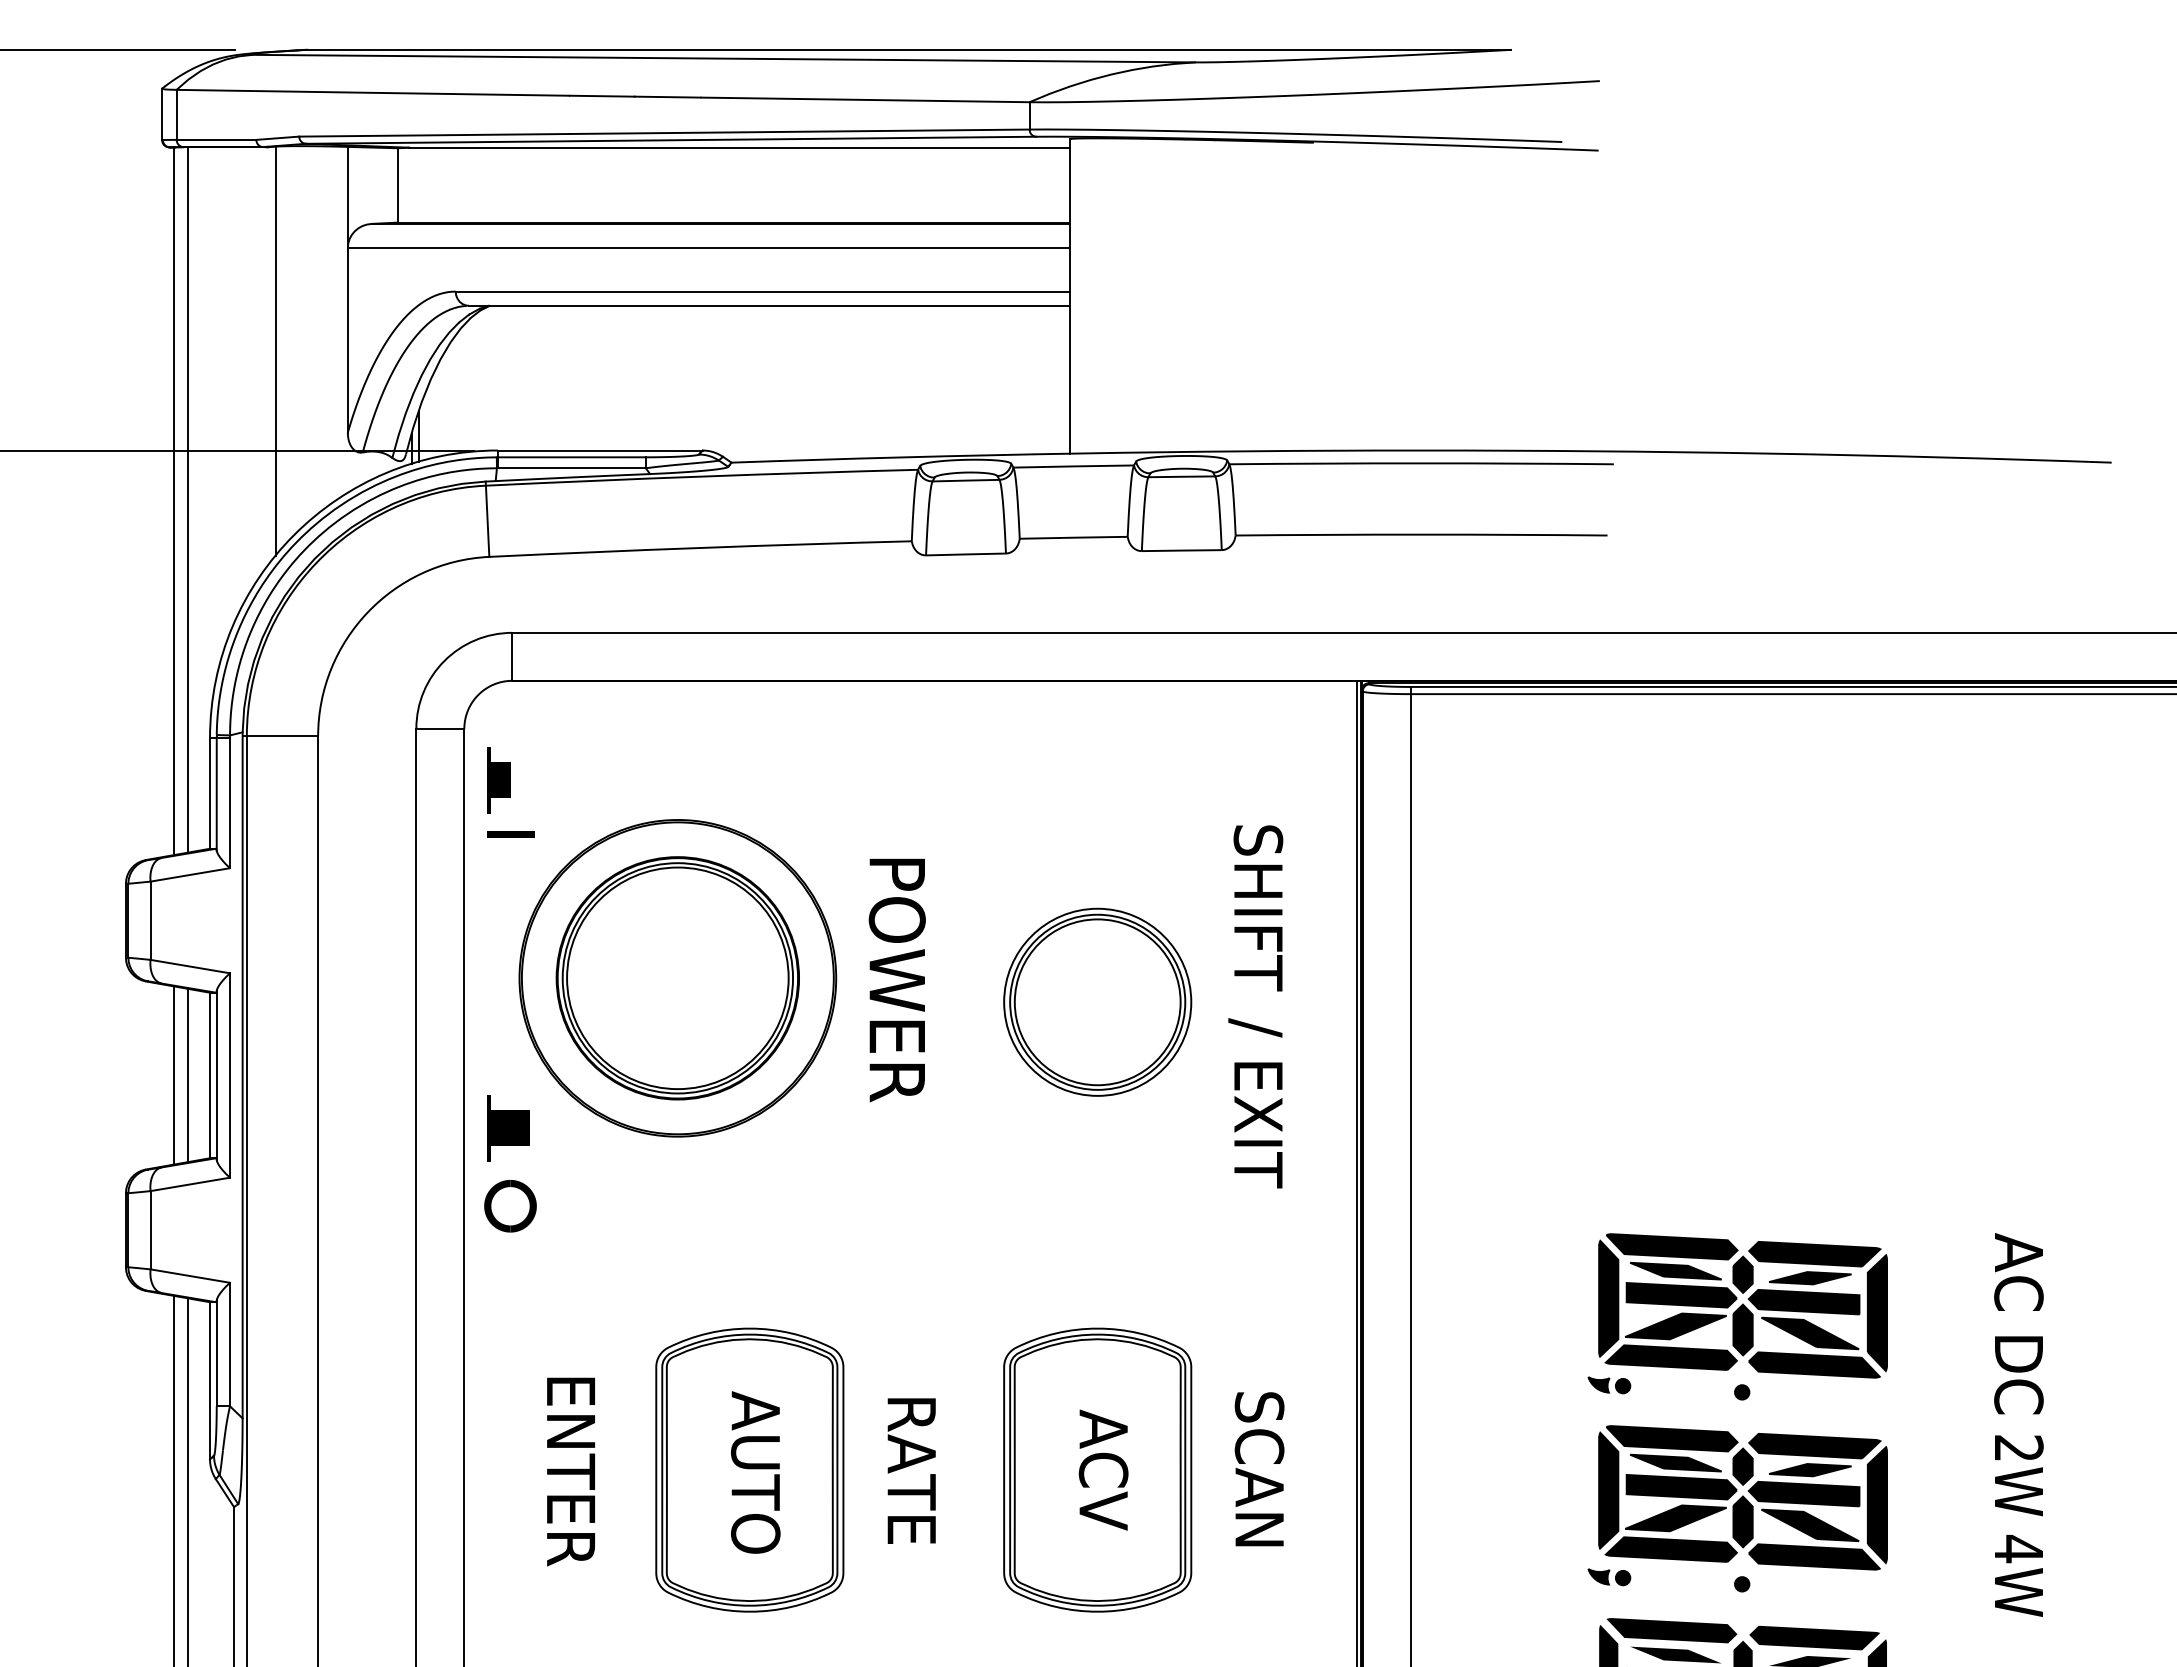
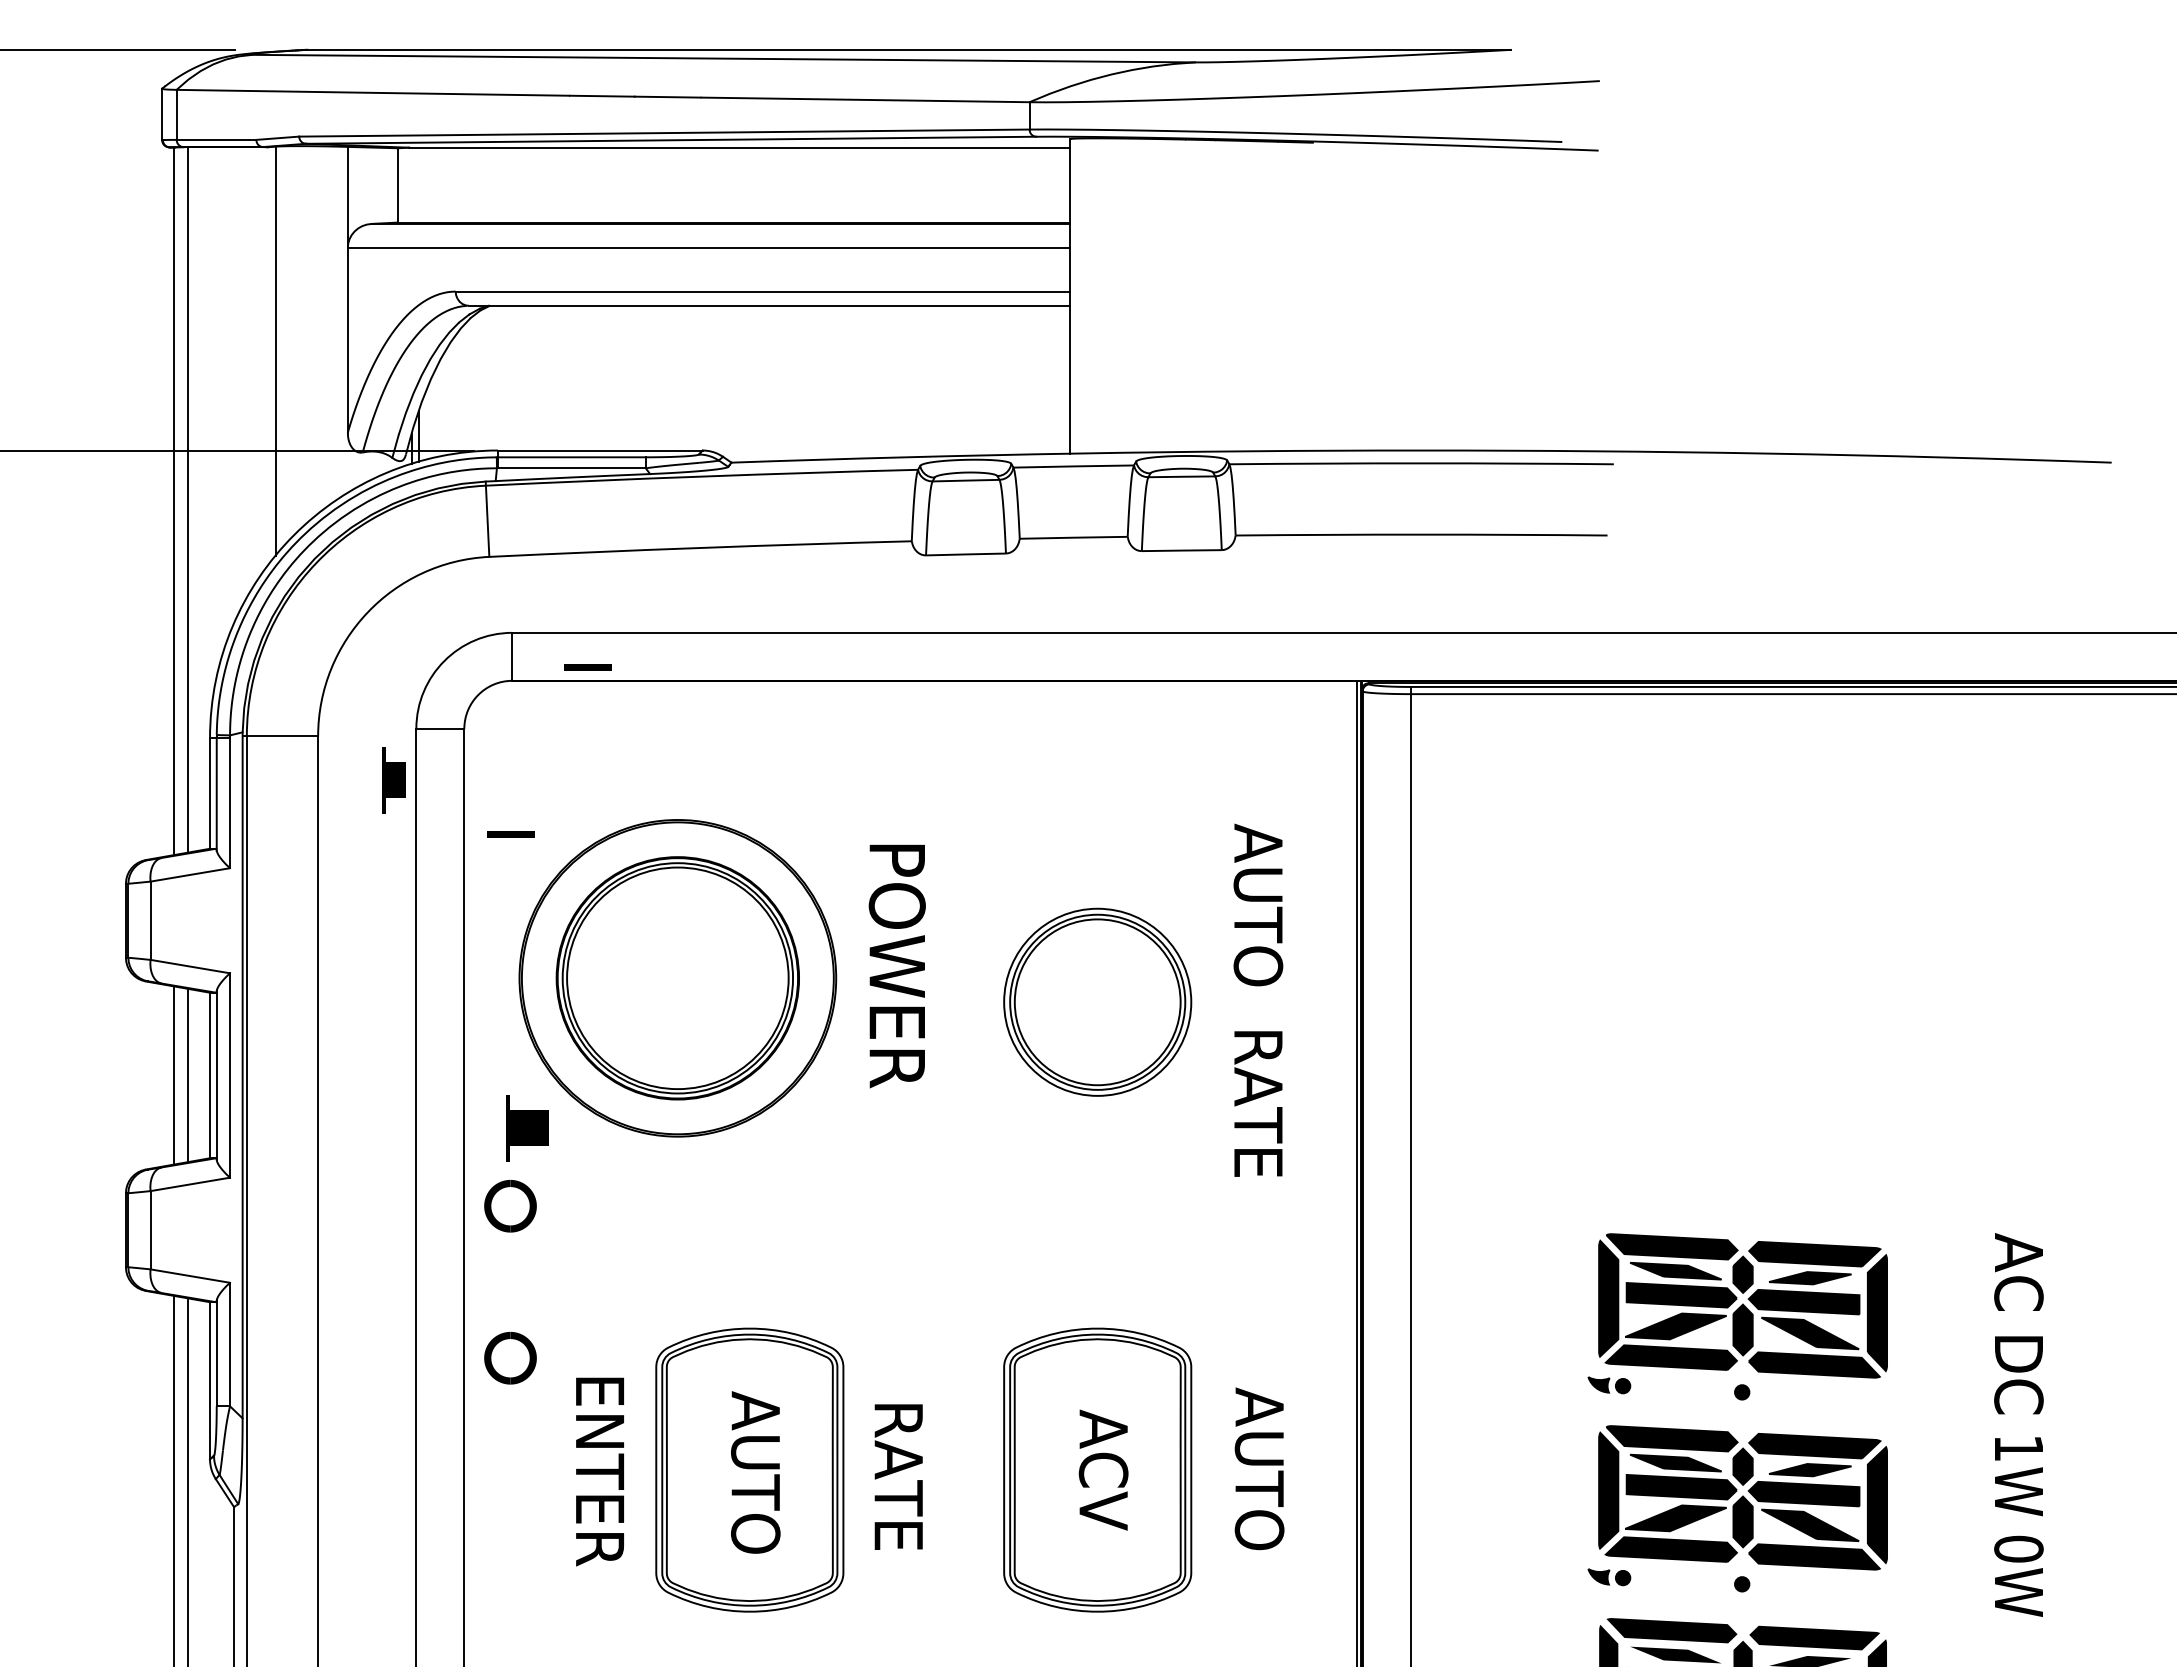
line at (587, 667): none -> present
part at (498, 780) position: (498, 780) -> (393, 780)
text at (1258, 907): SHIFT -> AUTO
text at (896, 980) position: (896, 980) -> (896, 966)
text at (1255, 1103): / EXIT -> RATE
part at (508, 1128) position: (508, 1128) -> (527, 1128)
part at (510, 1358): none -> present
text at (2019, 1447): 2W -> 1W
text at (1259, 1468): SCAN -> AUTO
text at (911, 1470) position: (911, 1470) -> (898, 1476)
text at (570, 1471) position: (570, 1471) -> (599, 1471)
text at (2018, 1548): 4W -> 0W
